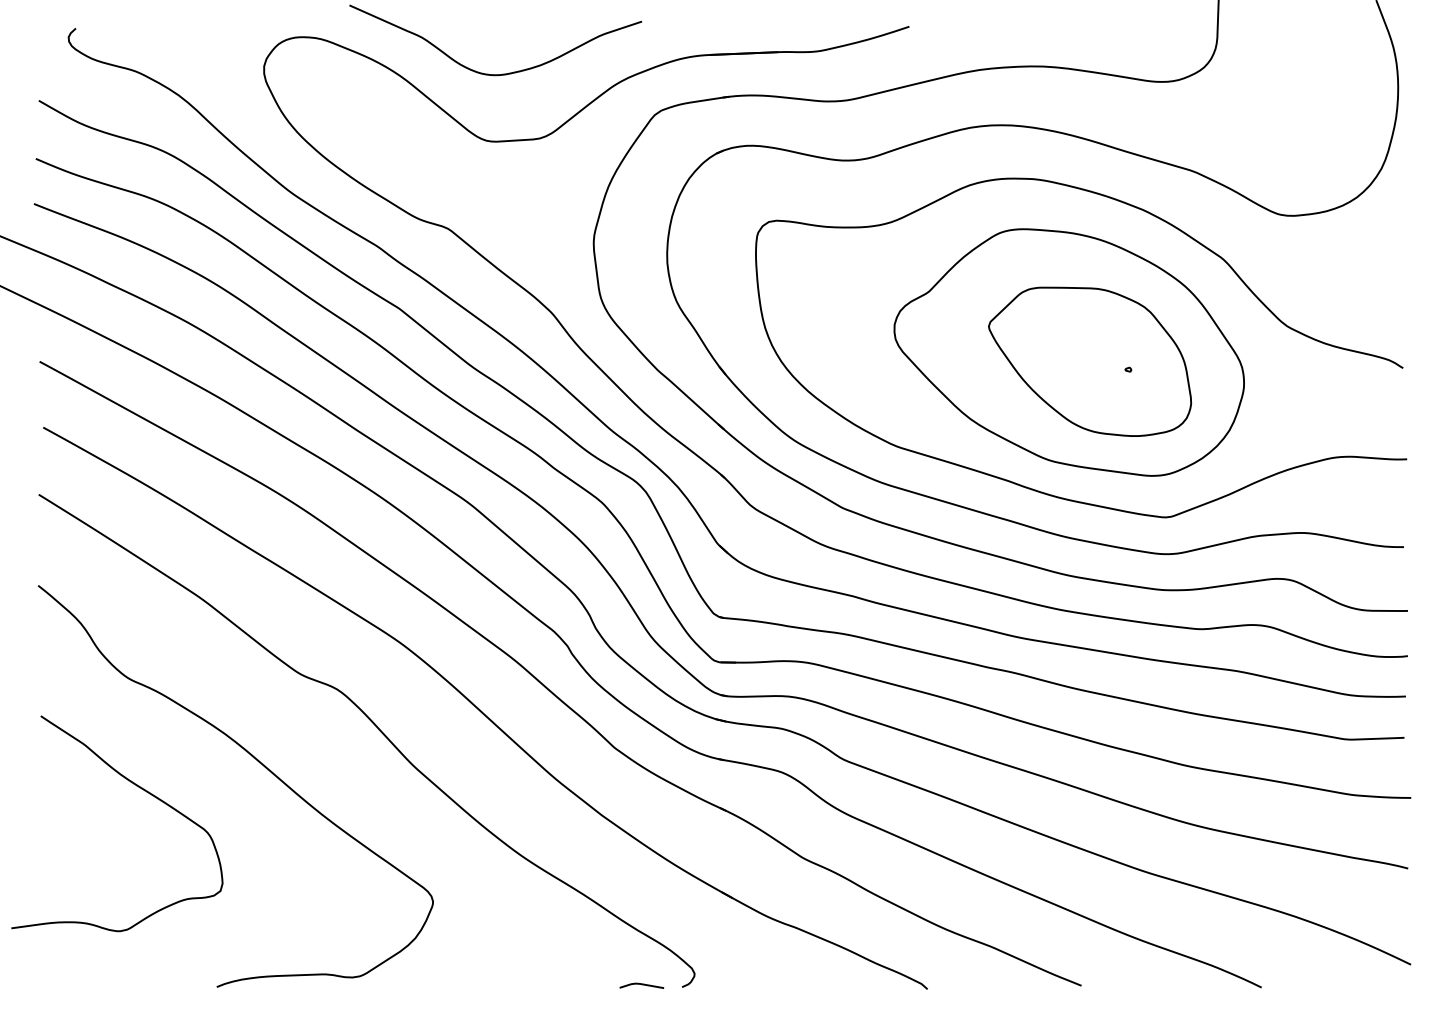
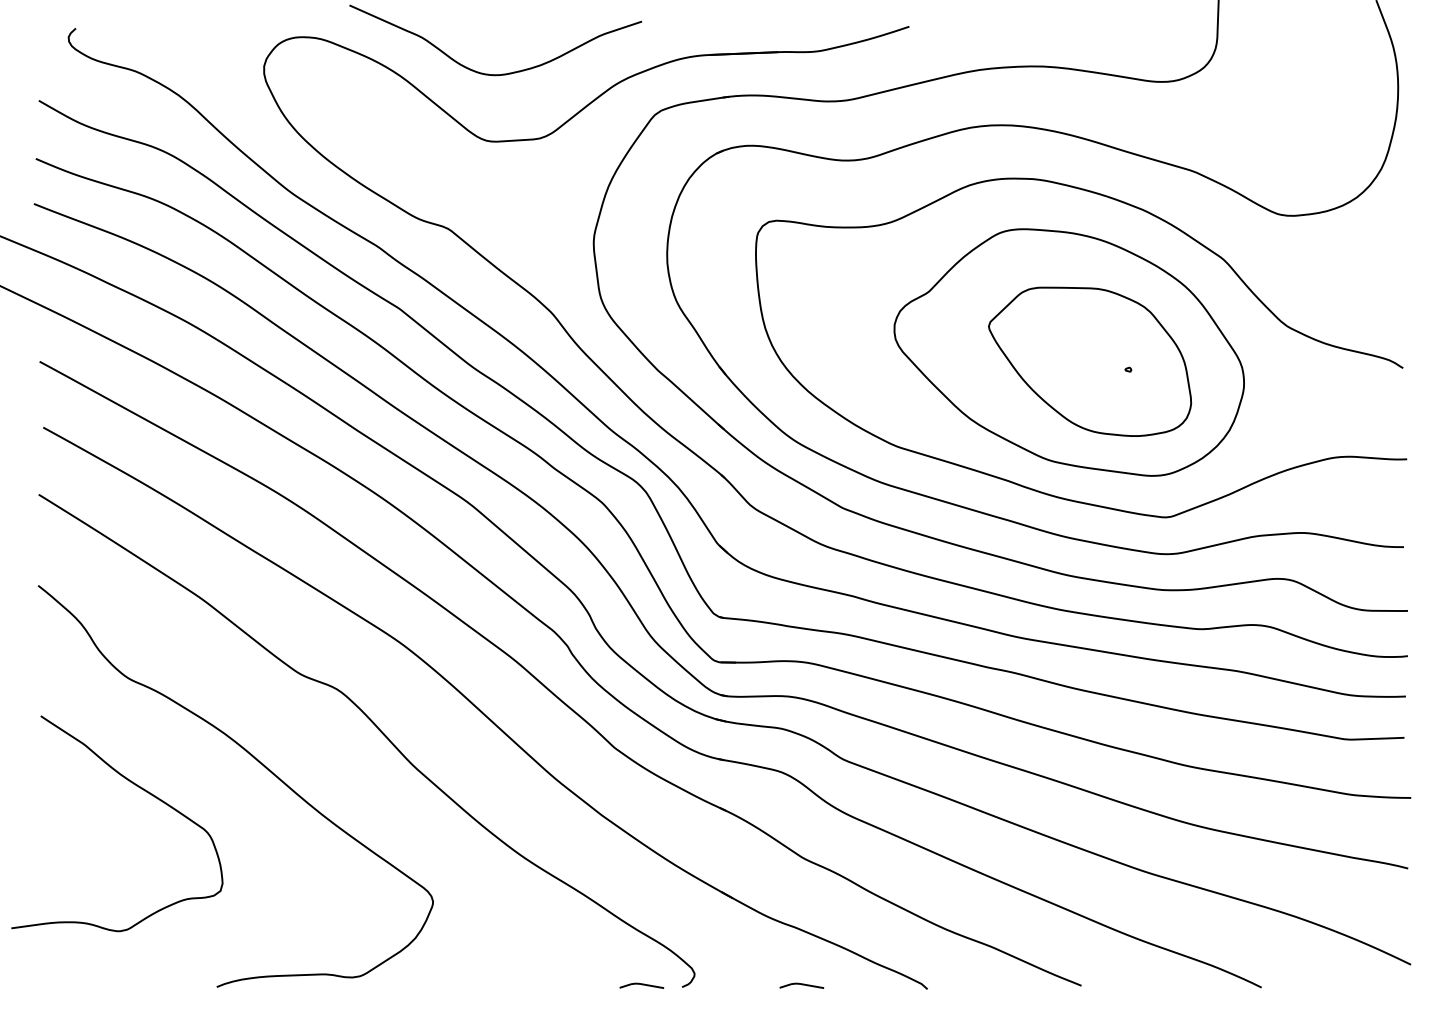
curve at (801, 985): none -> present
